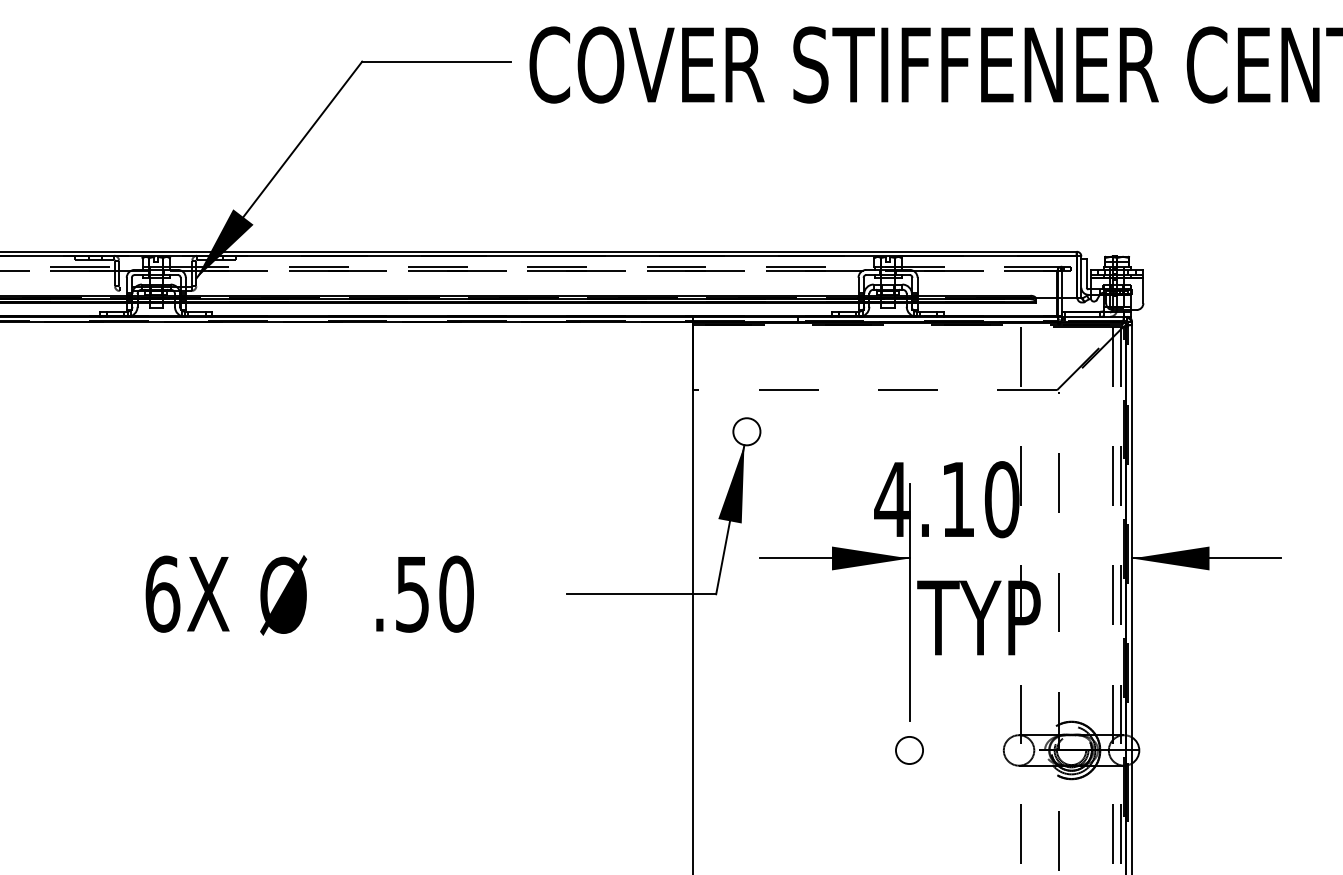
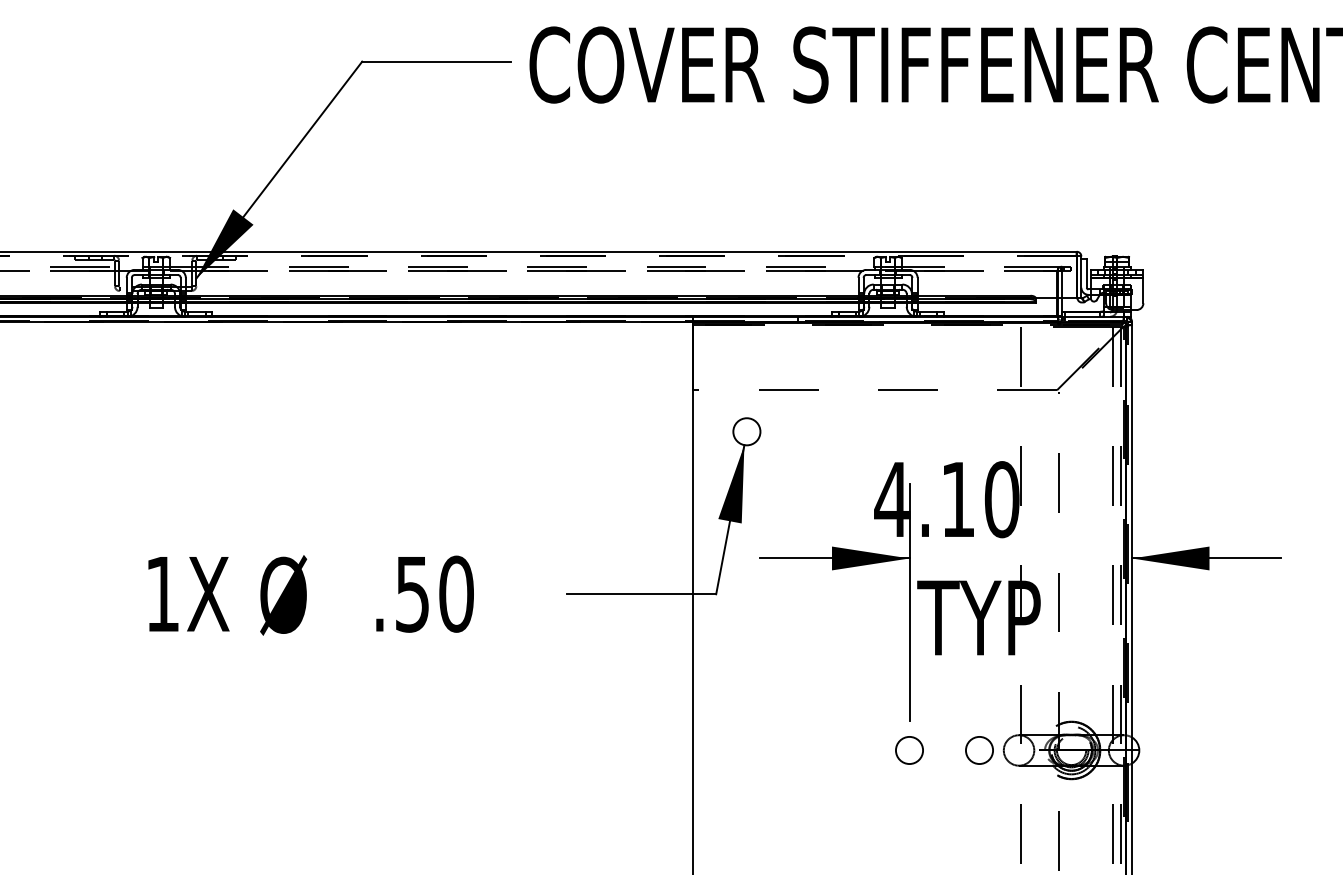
line at (538, 256): solid -> dashed
text at (162, 593): 6X -> 1X
circle at (979, 750): none -> present
